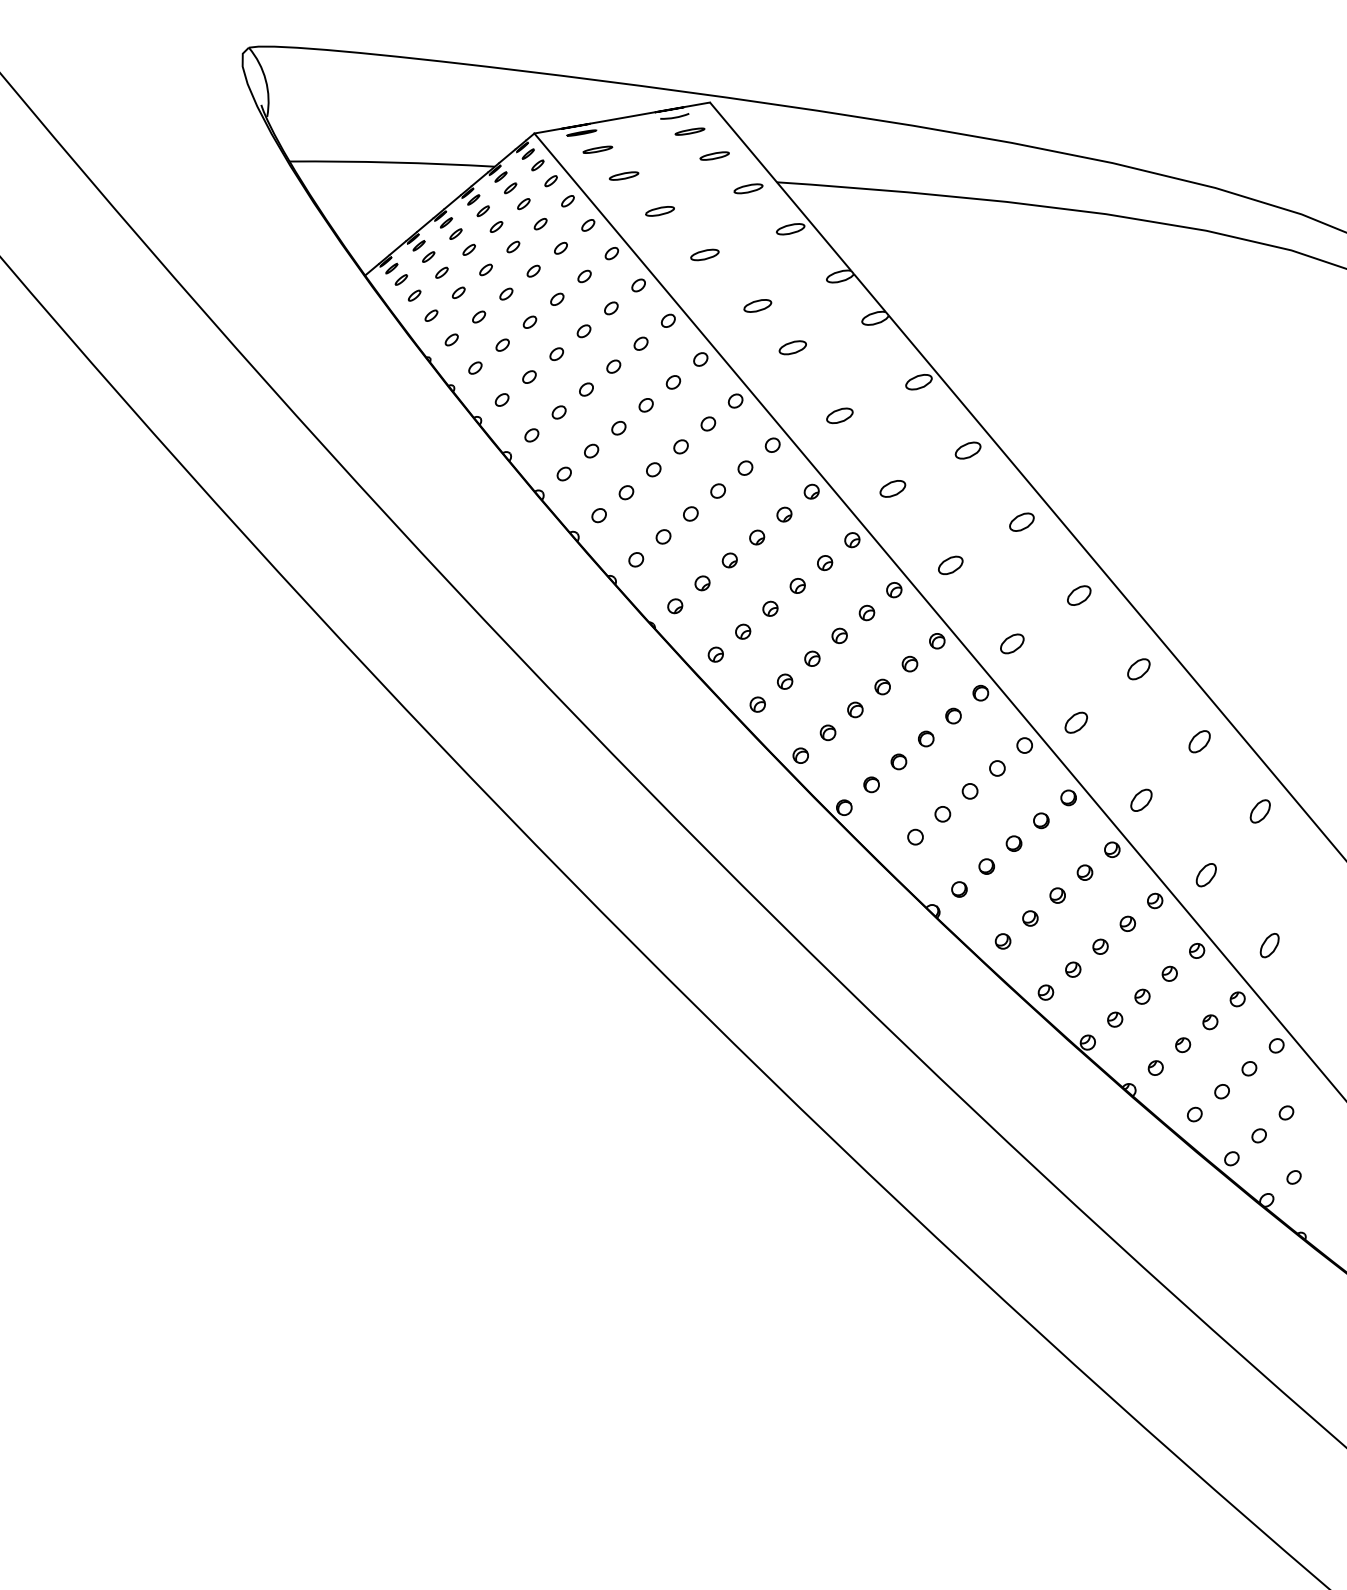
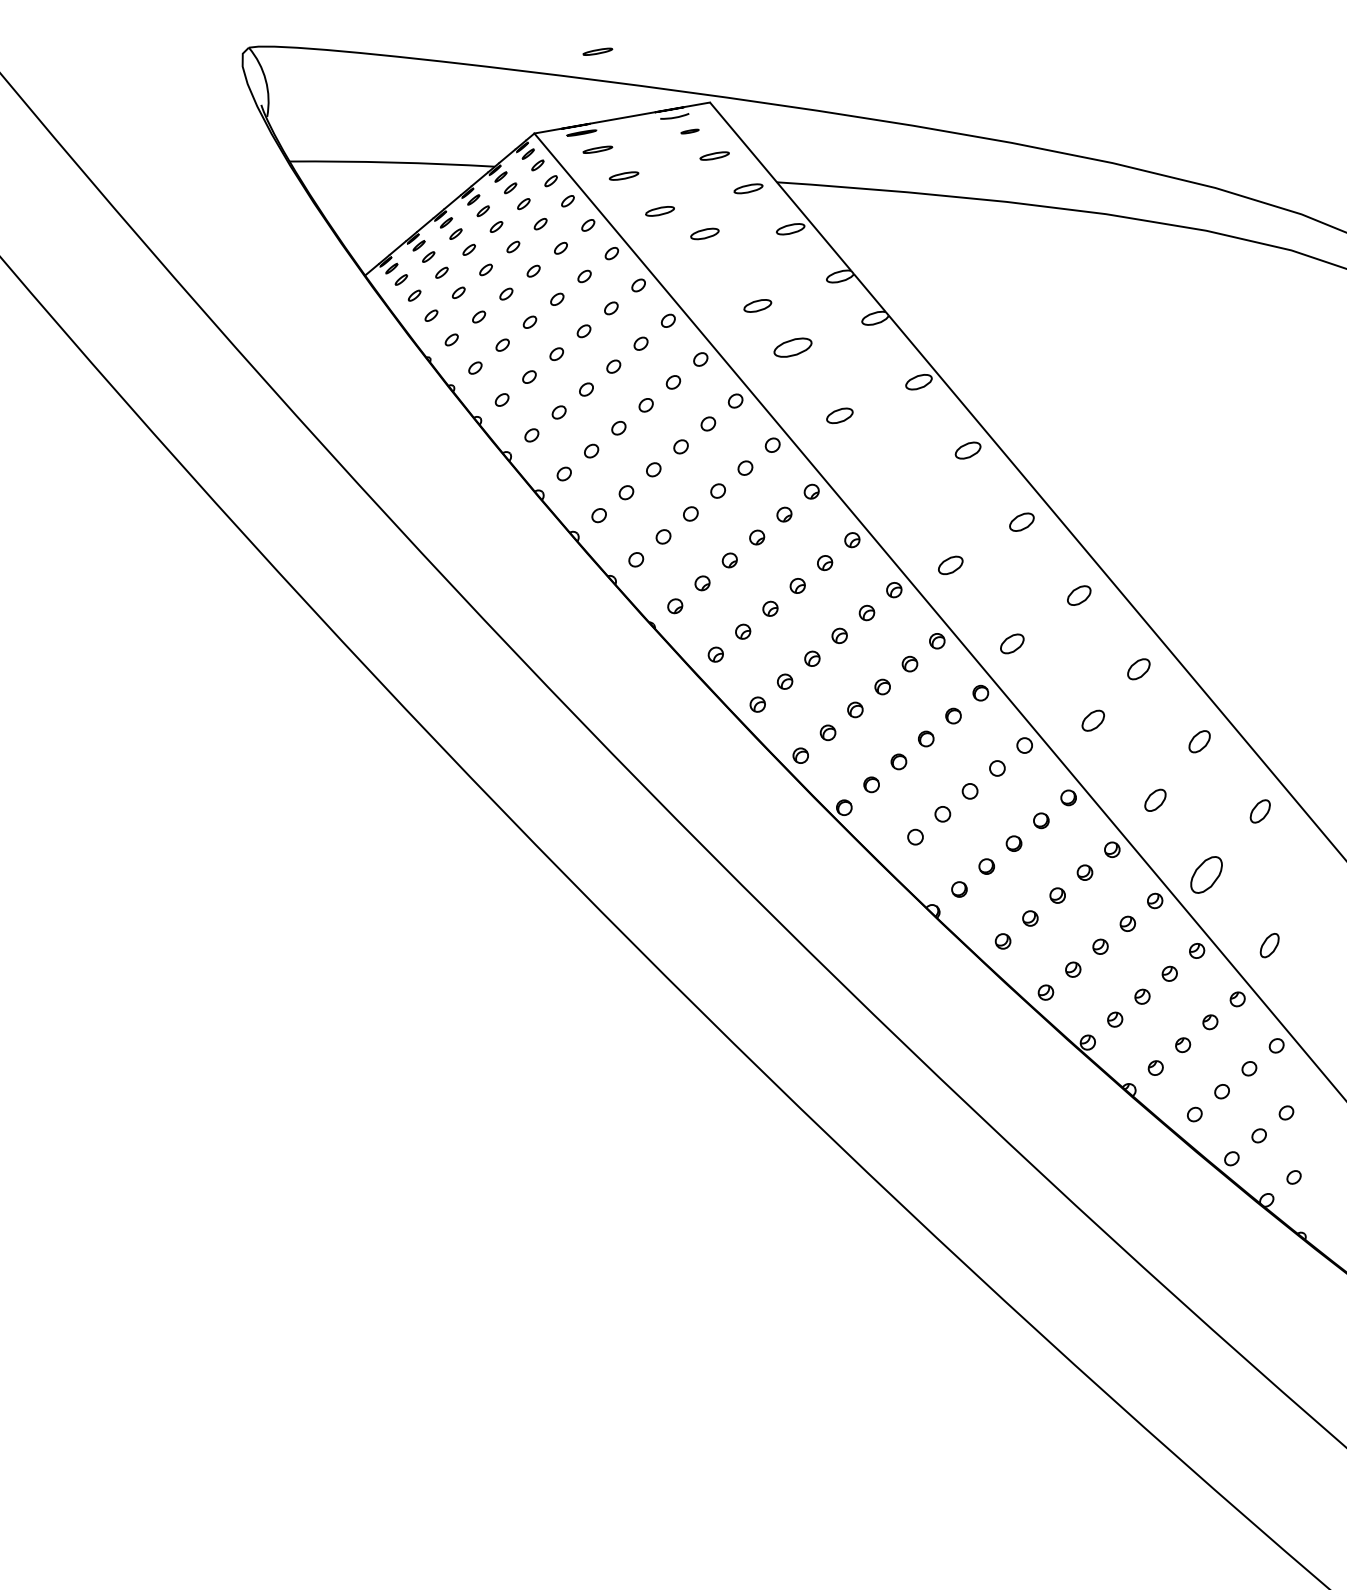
part at (597, 51): none -> present
part at (689, 131) size: 32x9 px -> 20x7 px
part at (704, 254) position: (704, 254) -> (704, 233)
part at (792, 347) size: 29x16 px -> 40x21 px
part at (892, 488): present -> none
part at (1075, 722) position: (1075, 722) -> (1092, 720)
part at (1141, 799) position: (1141, 799) -> (1155, 799)
part at (1205, 875) size: 22x25 px -> 33x38 px
